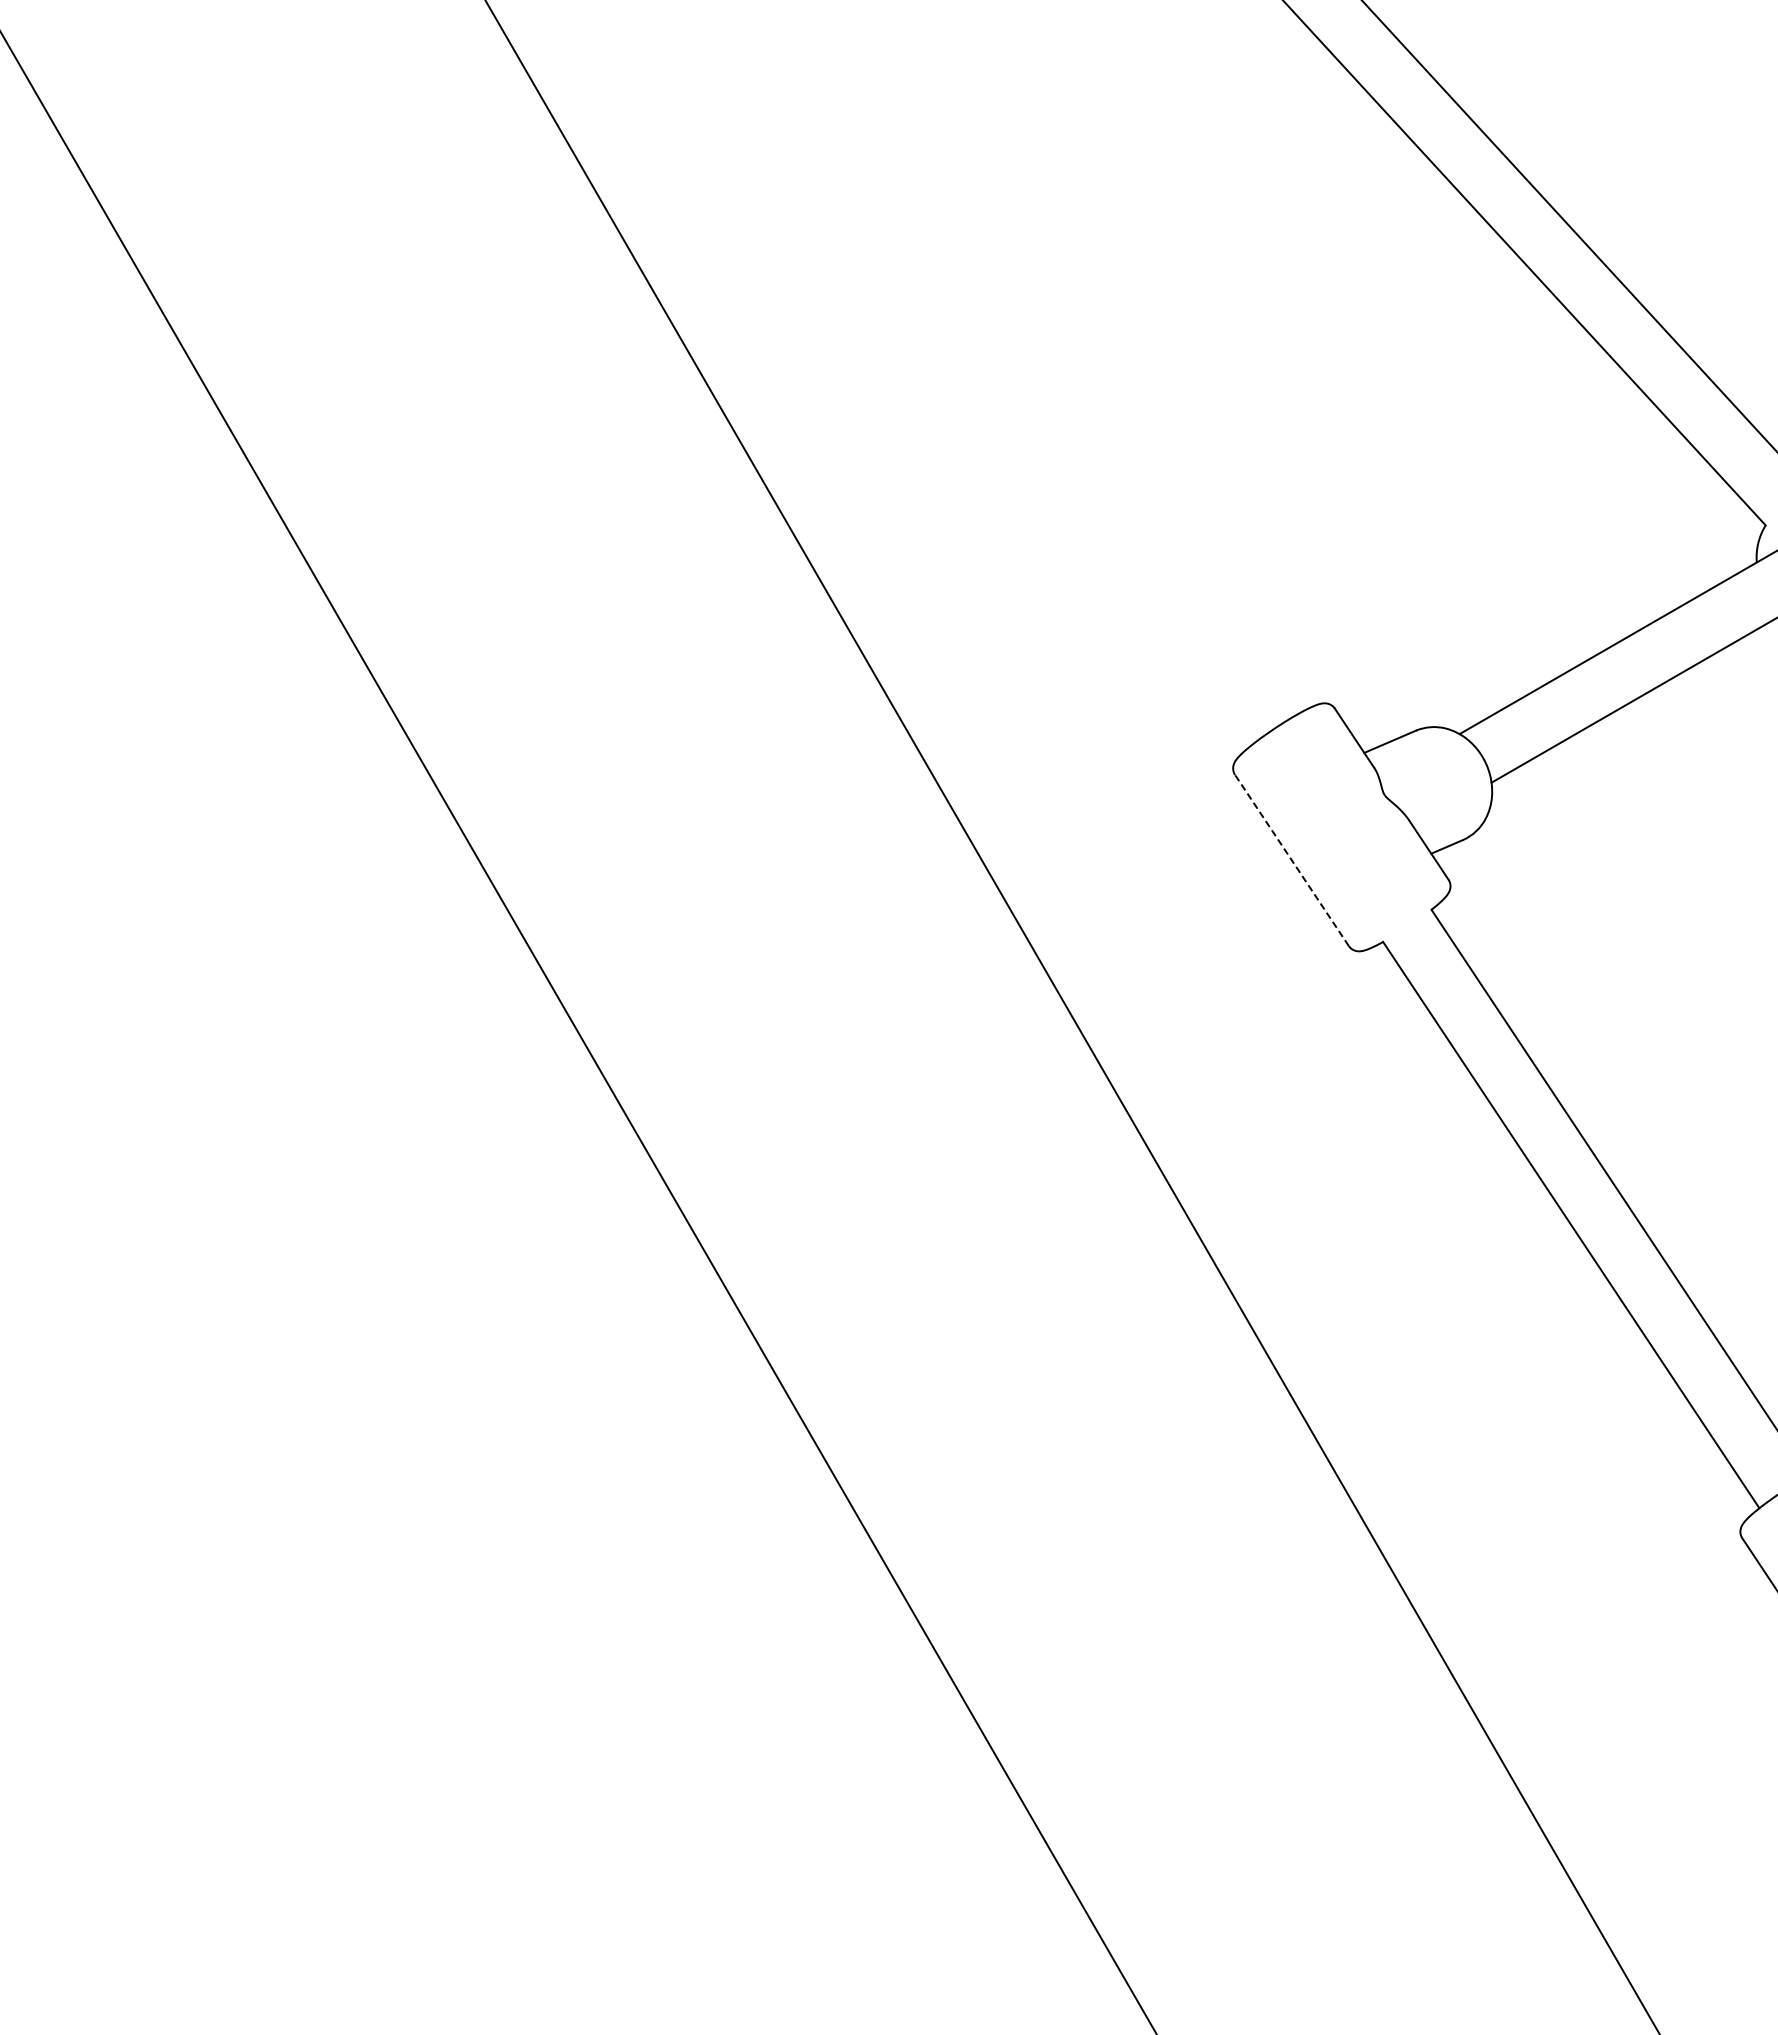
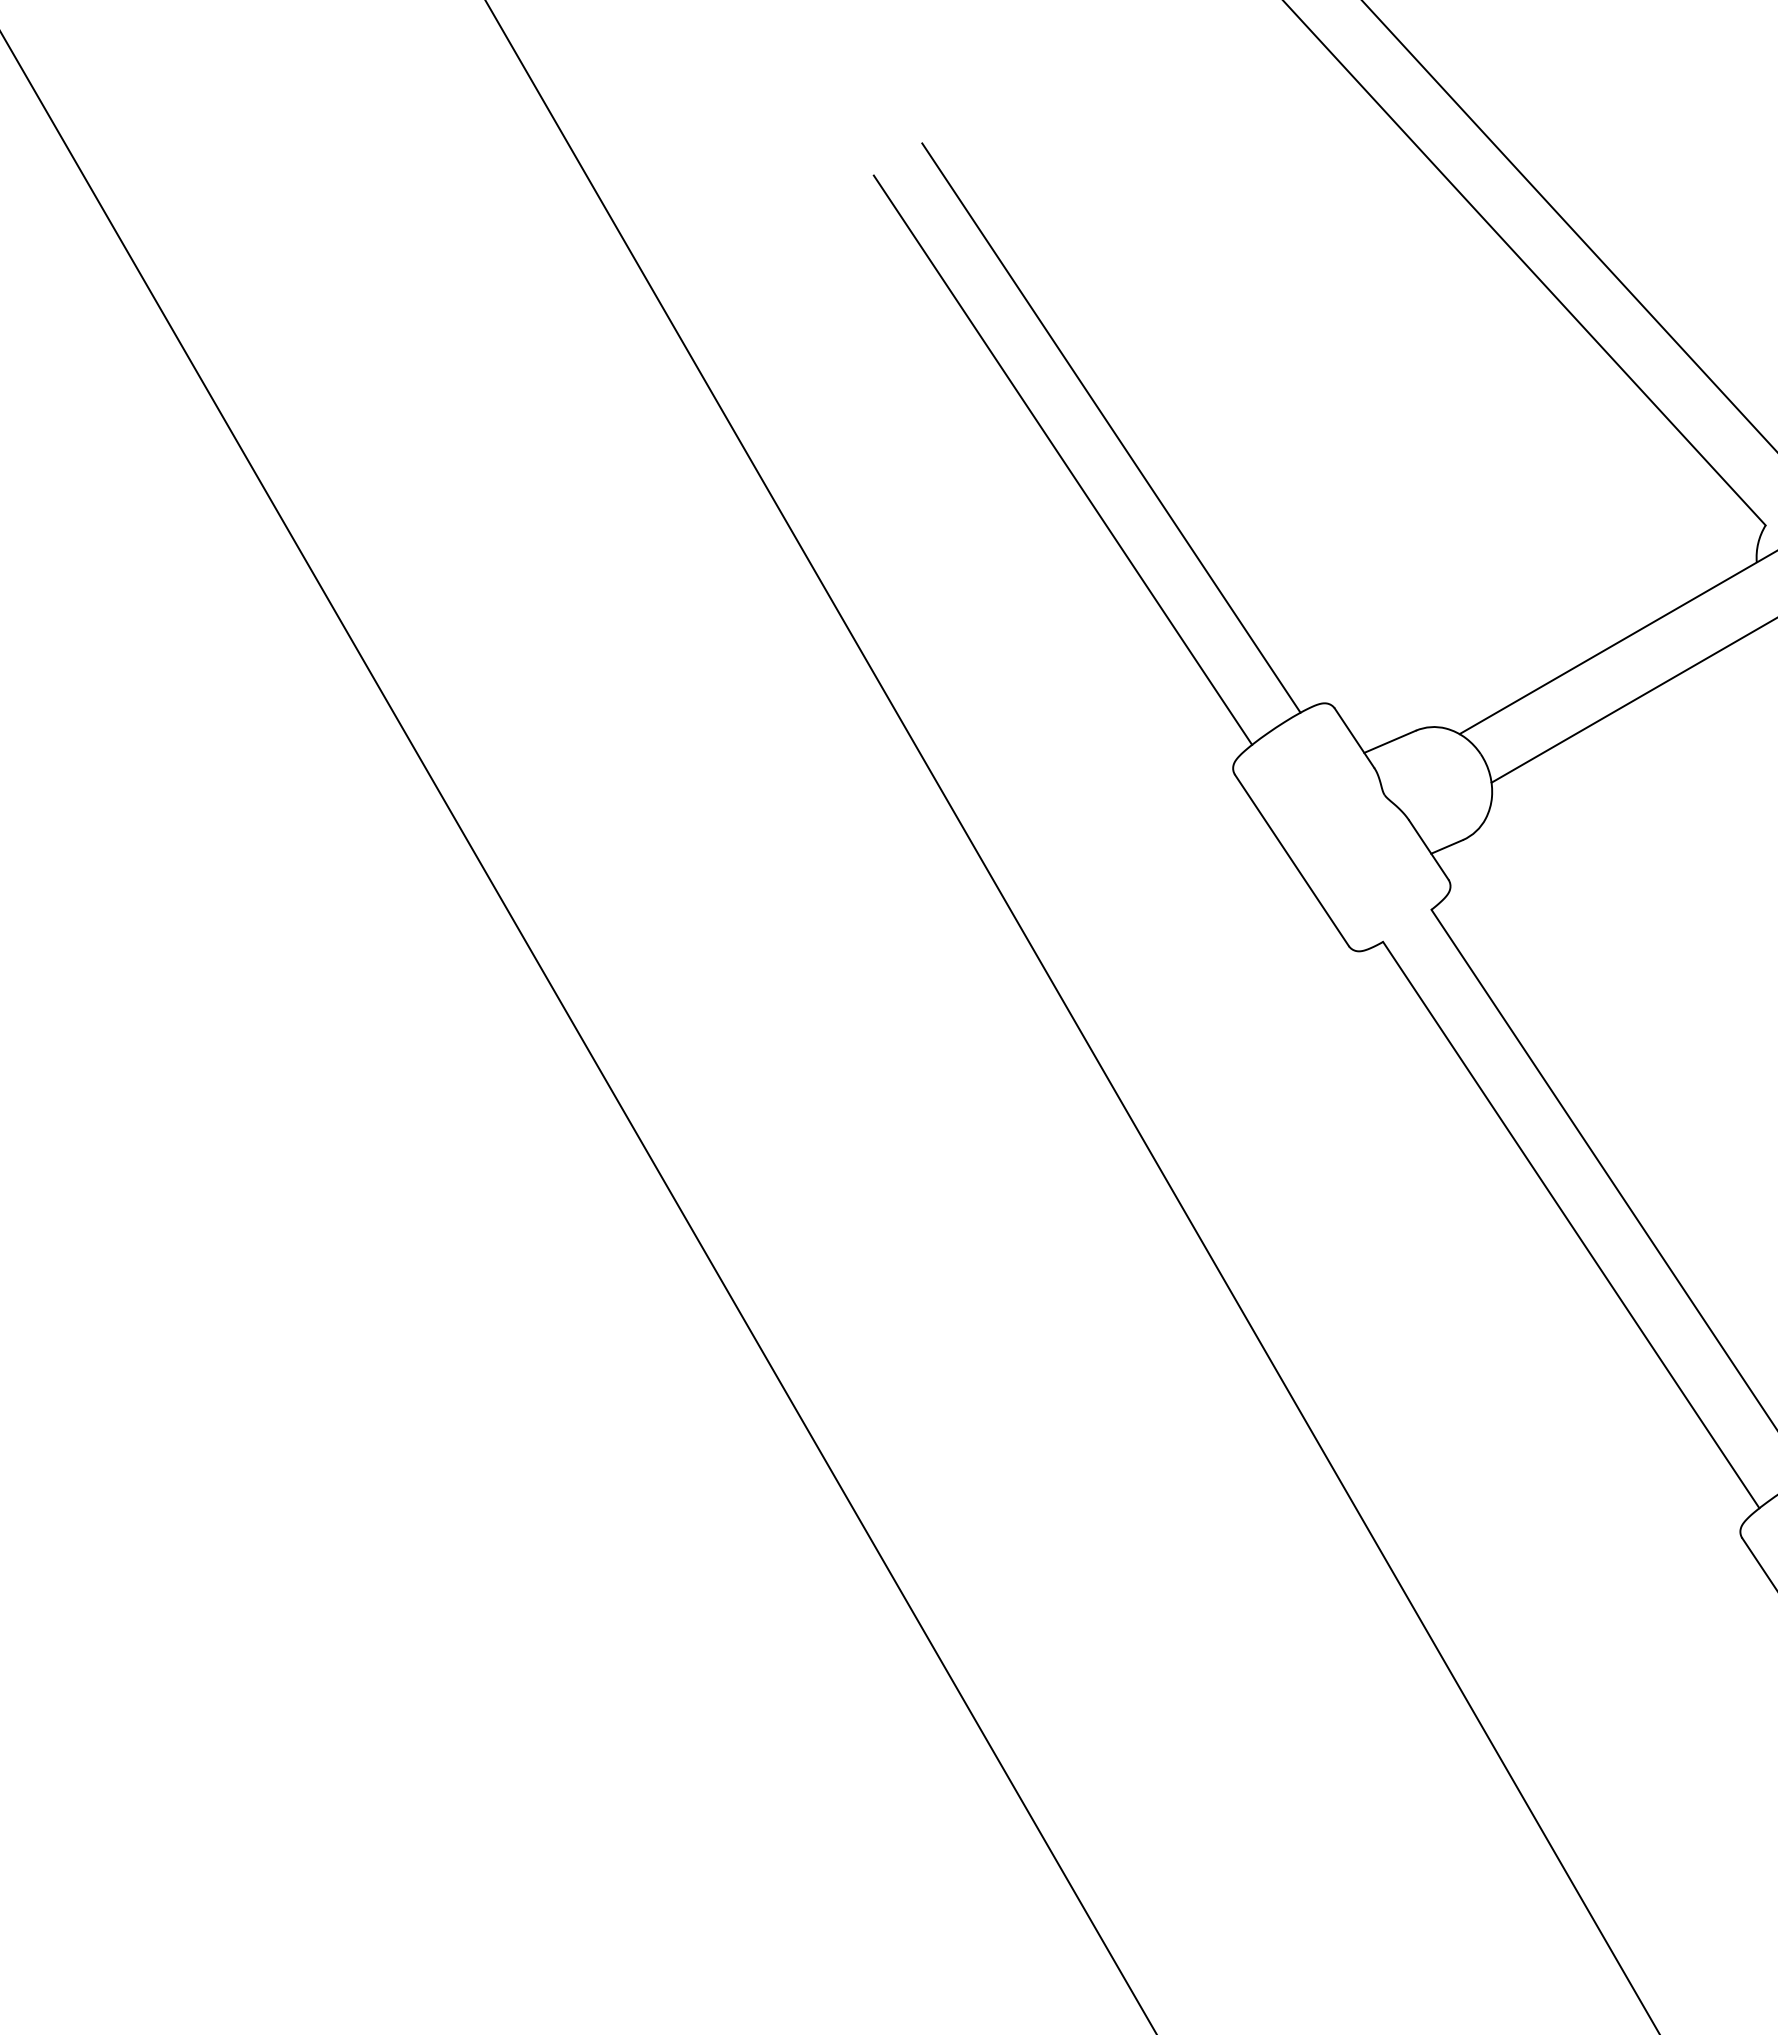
line at (1111, 427): none -> present
line at (1062, 459): none -> present
line at (1291, 860): dashed -> solid
